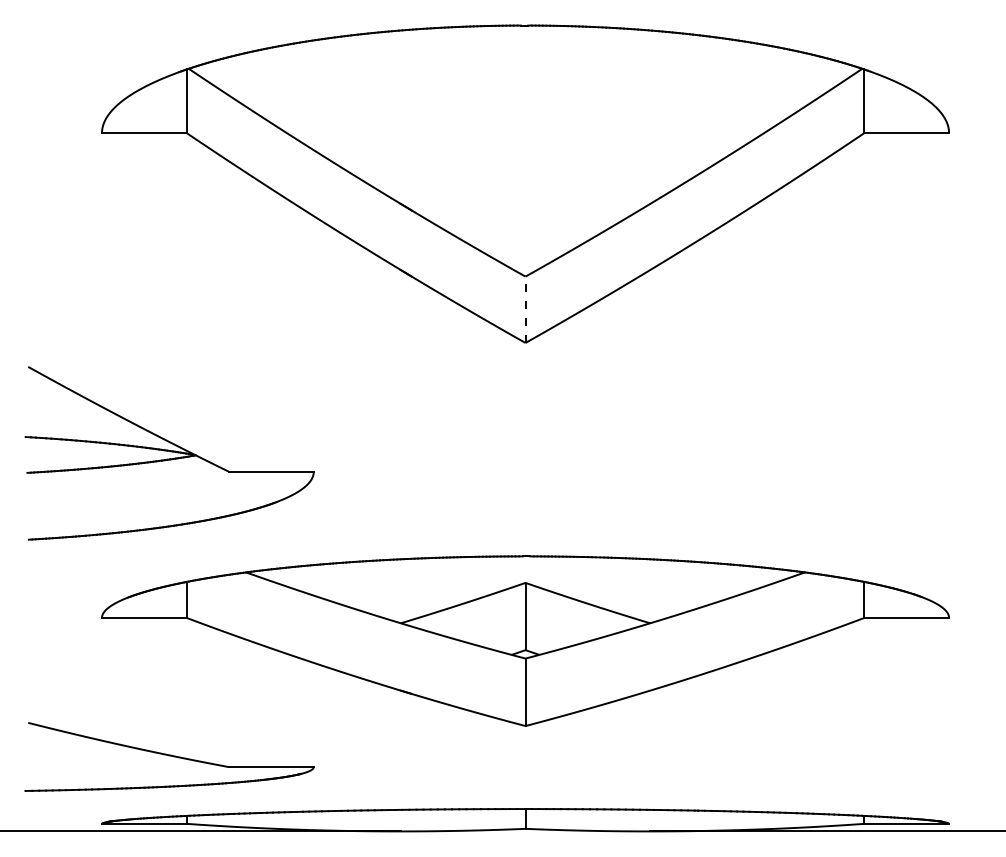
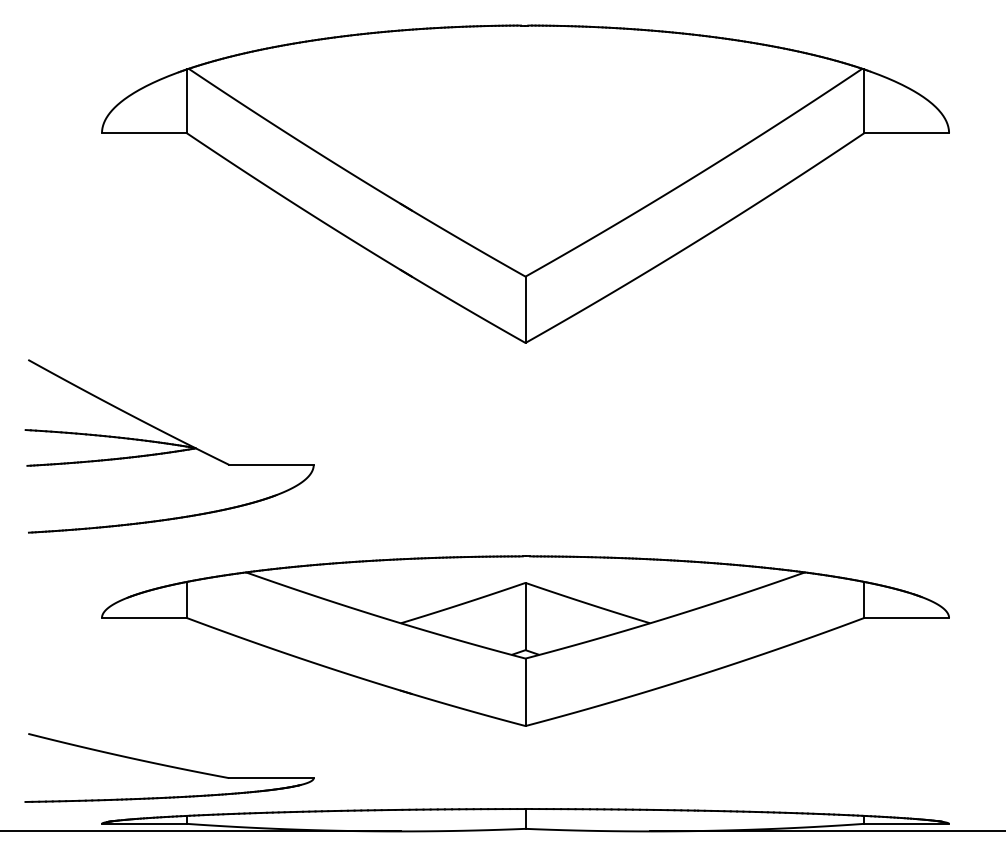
line at (525, 309): dashed -> solid
part at (169, 453) position: (169, 453) -> (169, 446)
part at (169, 756) position: (169, 756) -> (169, 767)
